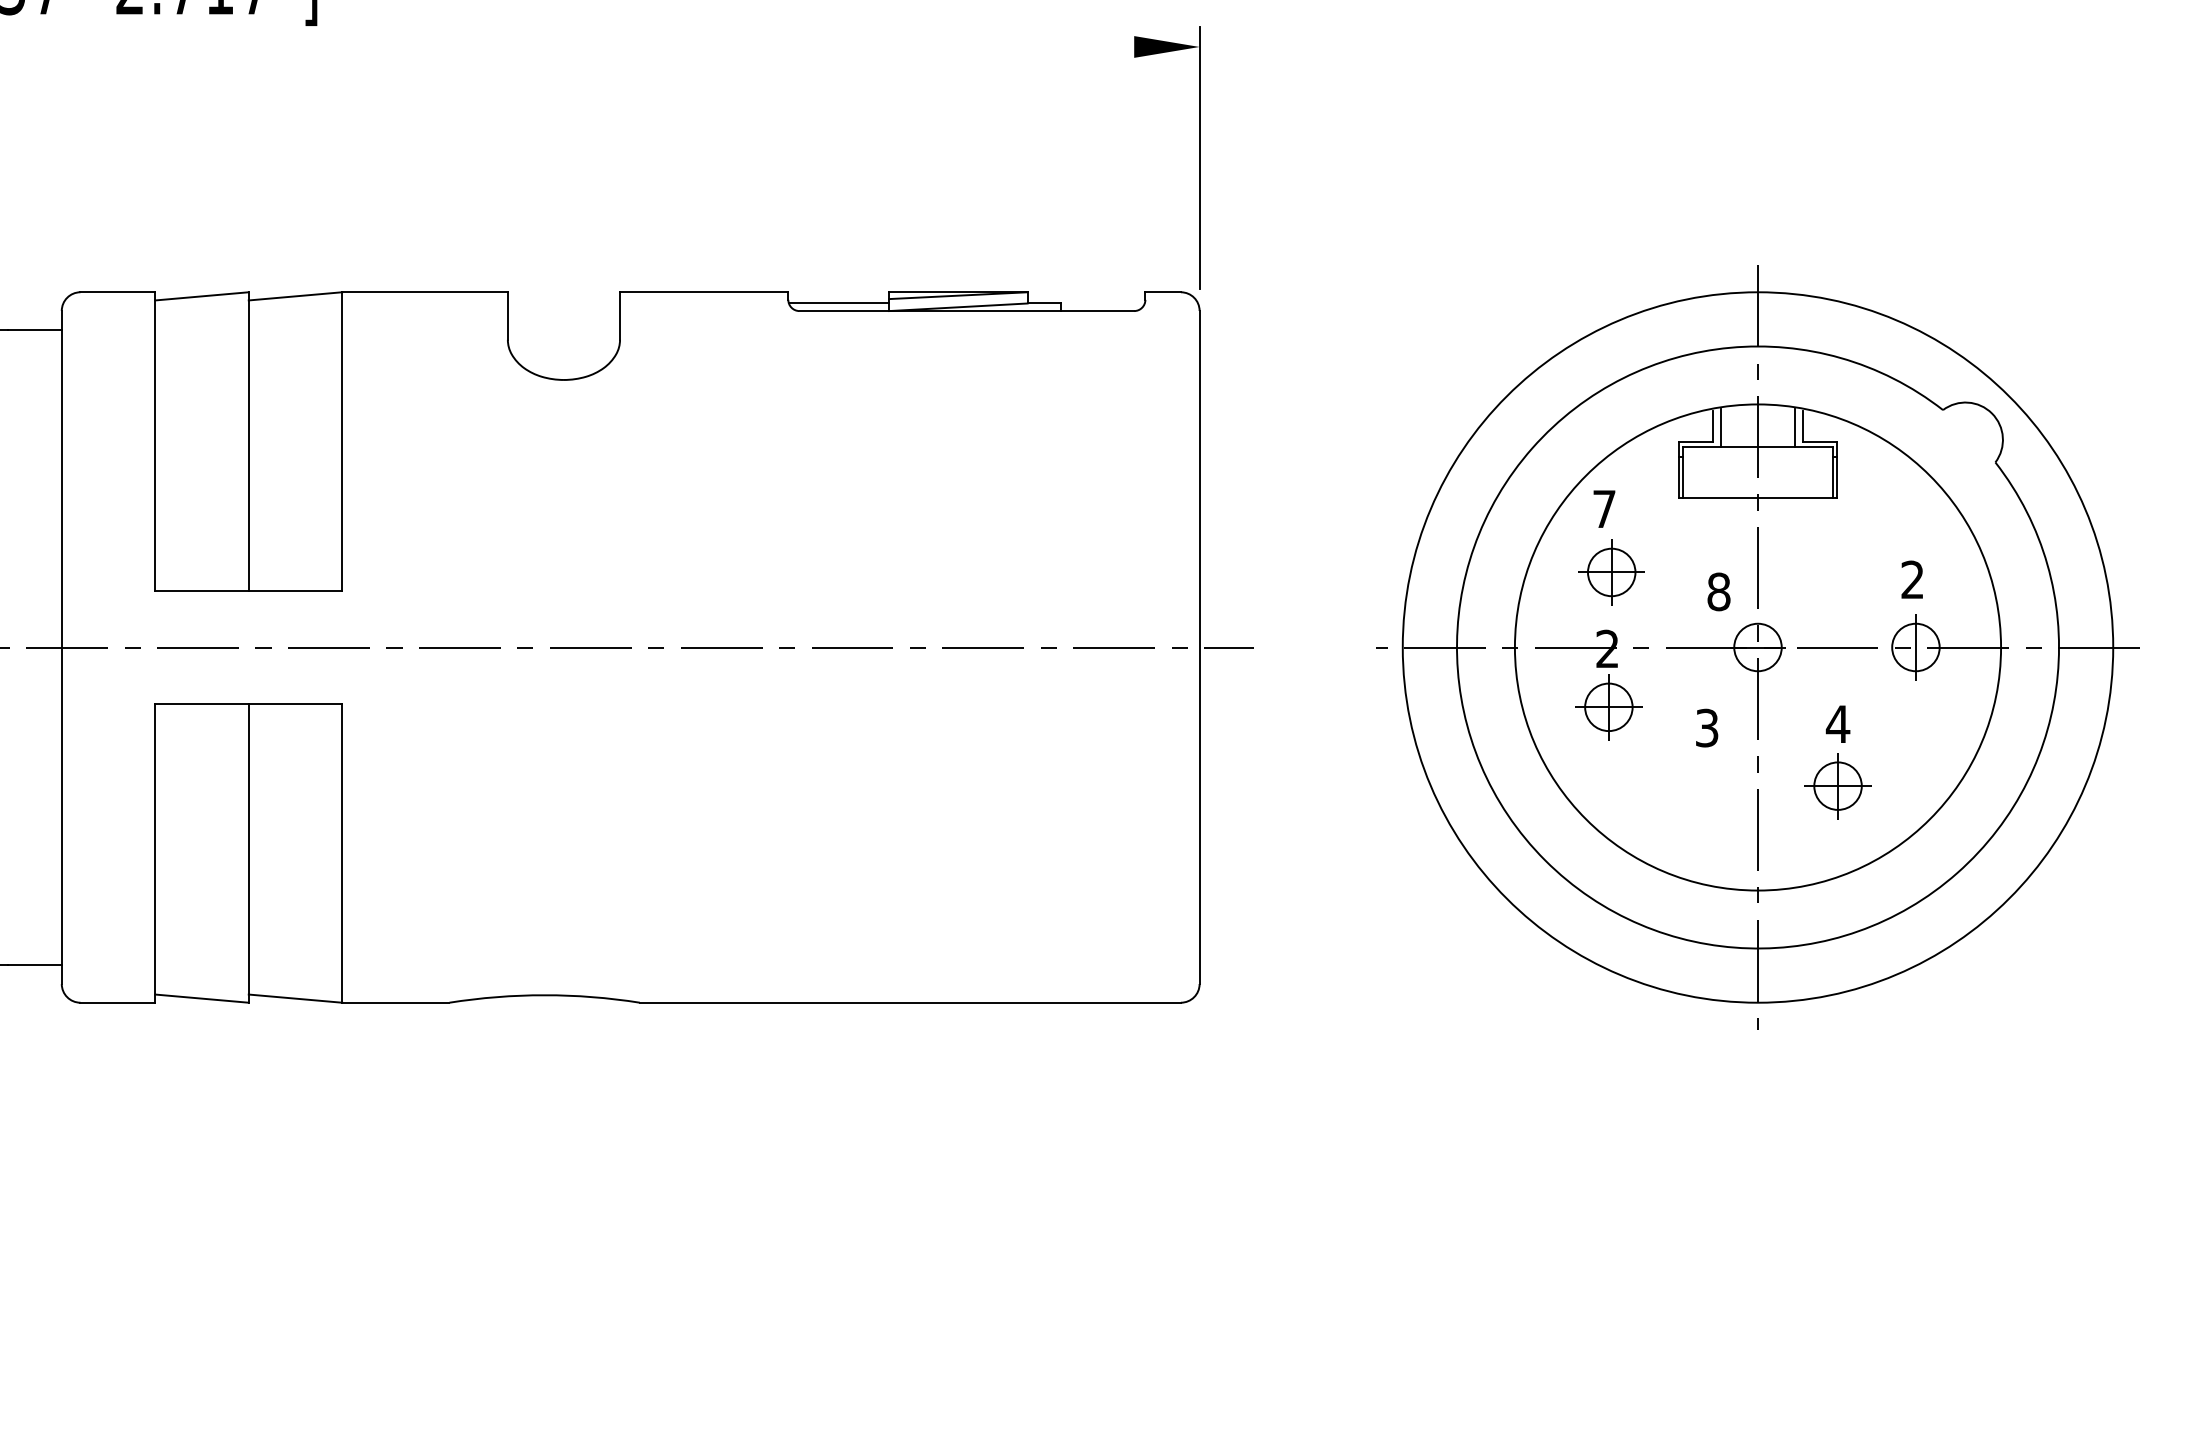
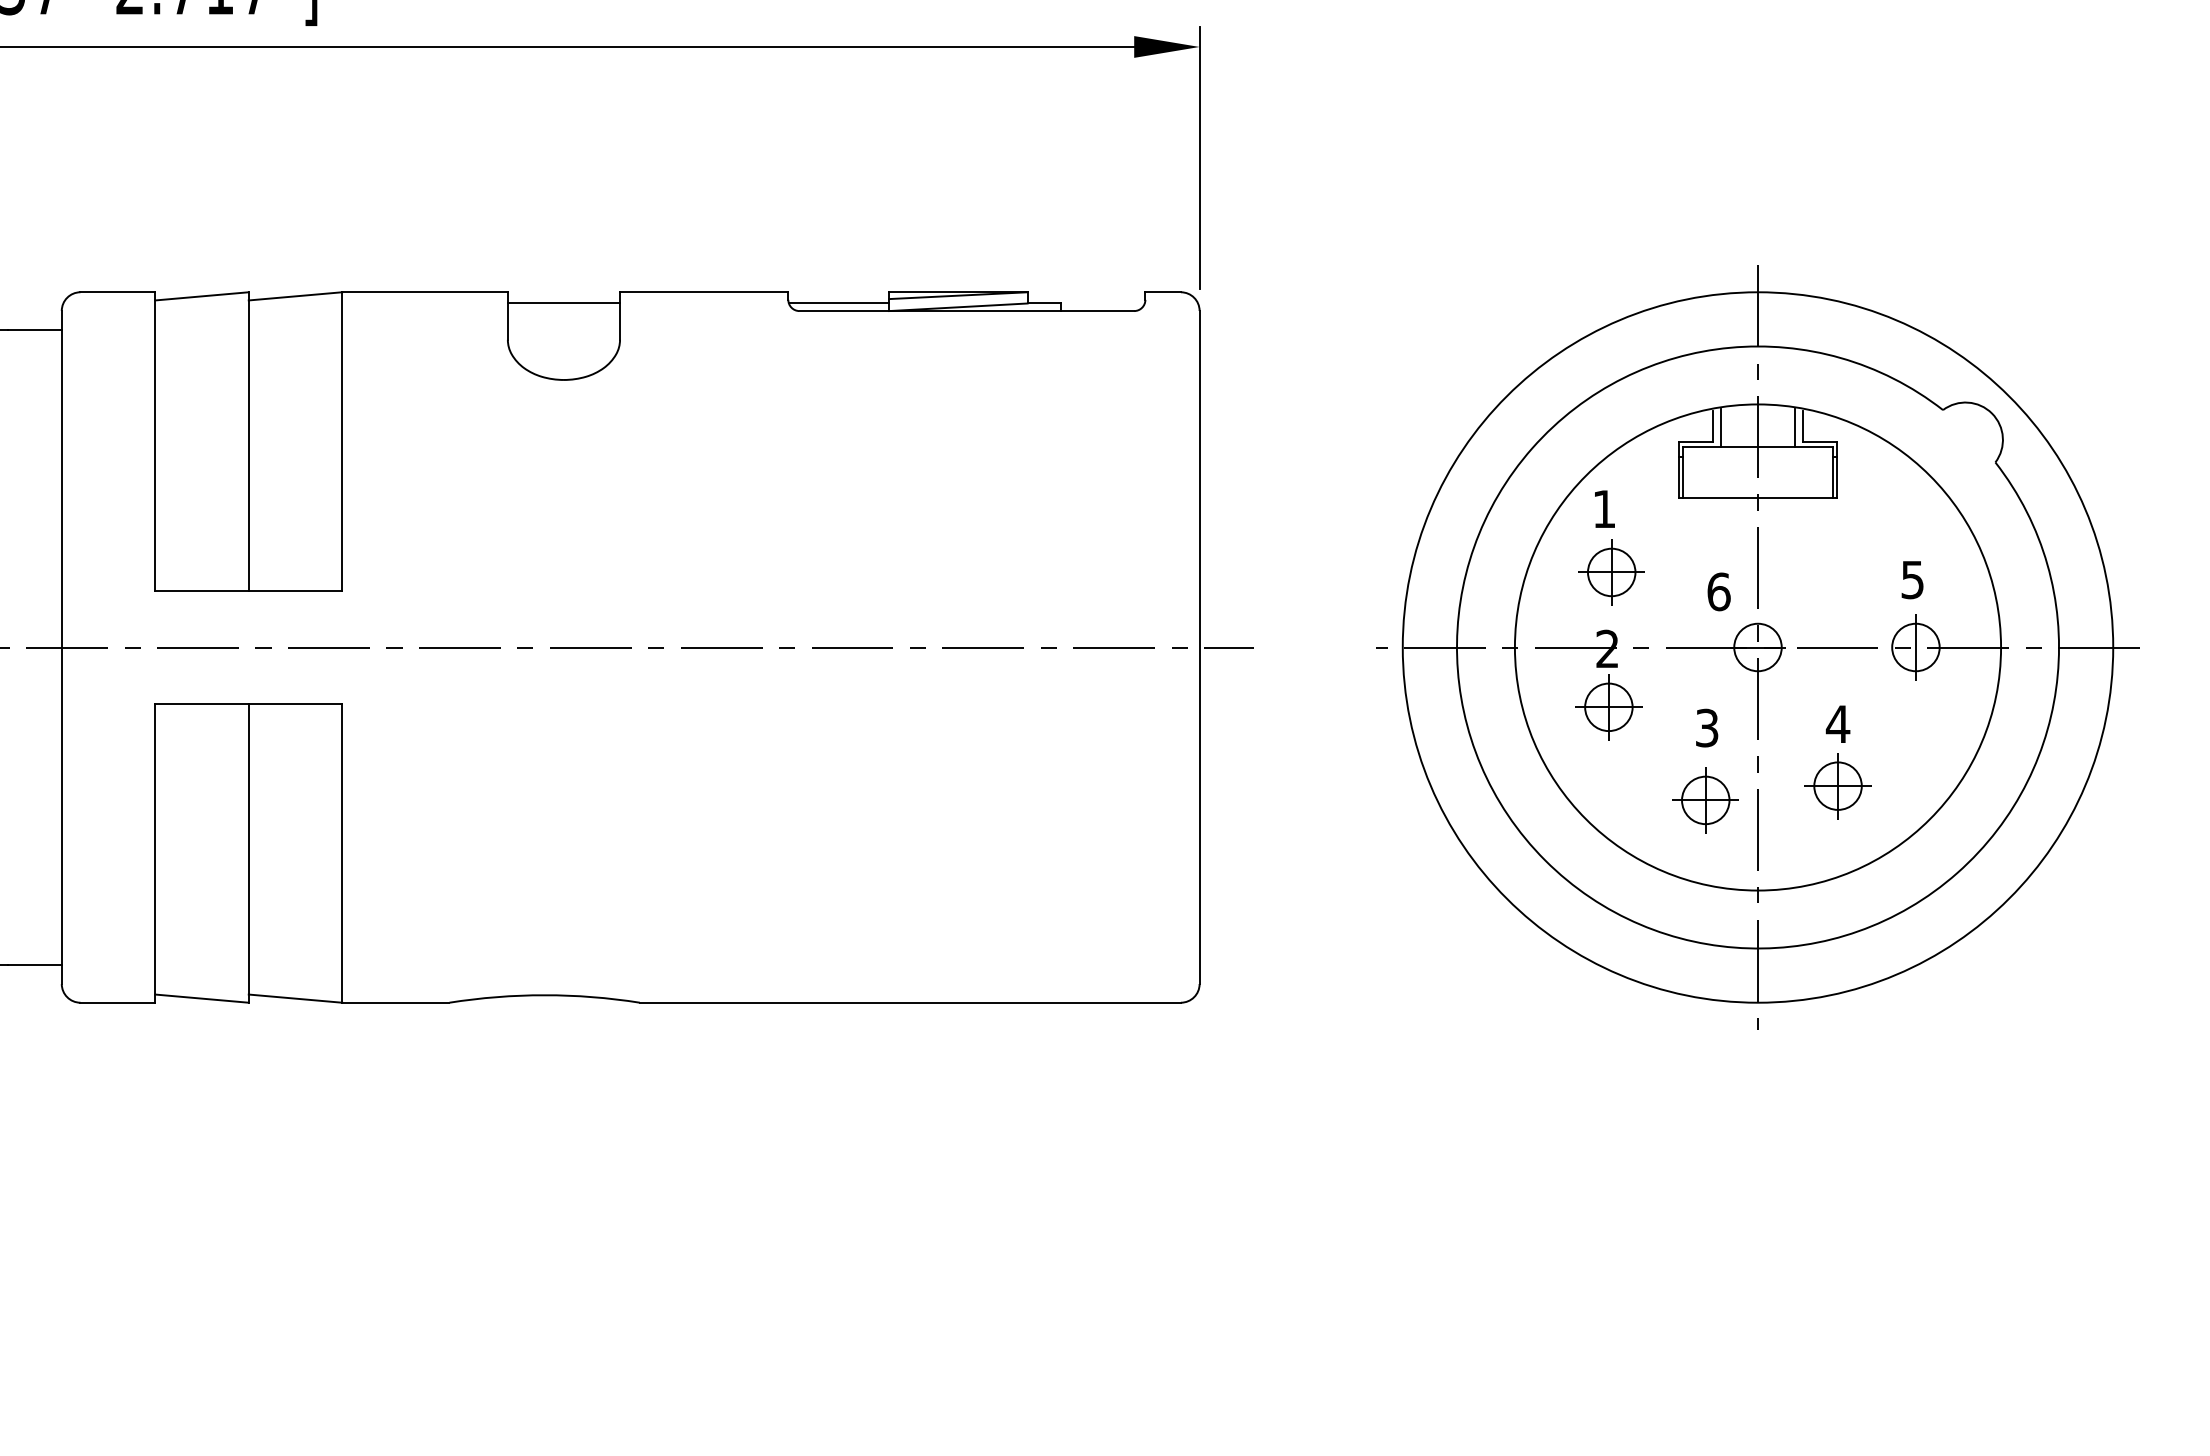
line at (568, 46): none -> present
line at (563, 303): none -> present
text at (1604, 508): 7 -> 1
text at (1912, 579): 2 -> 5
text at (1718, 591): 8 -> 6
part at (1705, 800): none -> present
